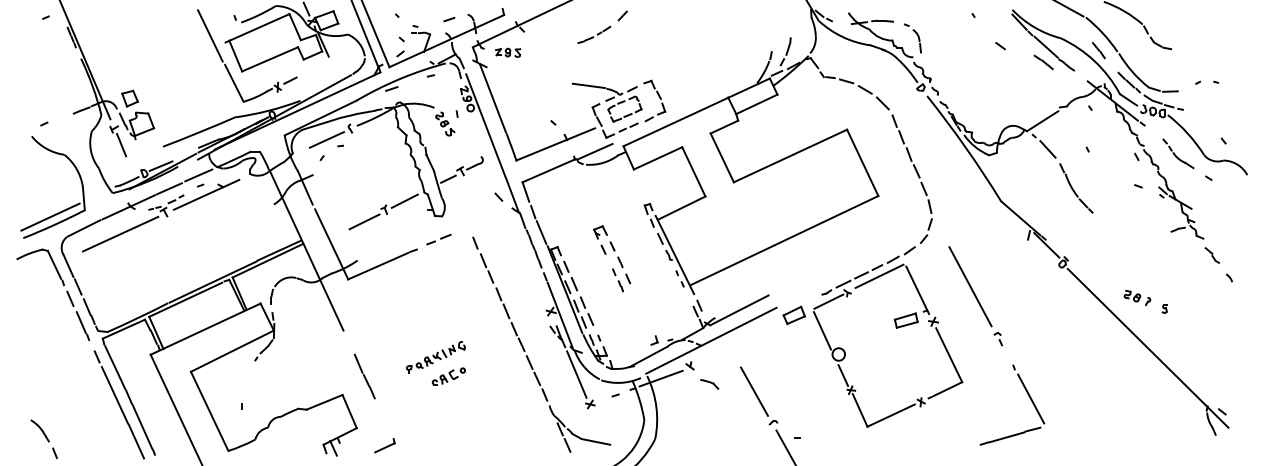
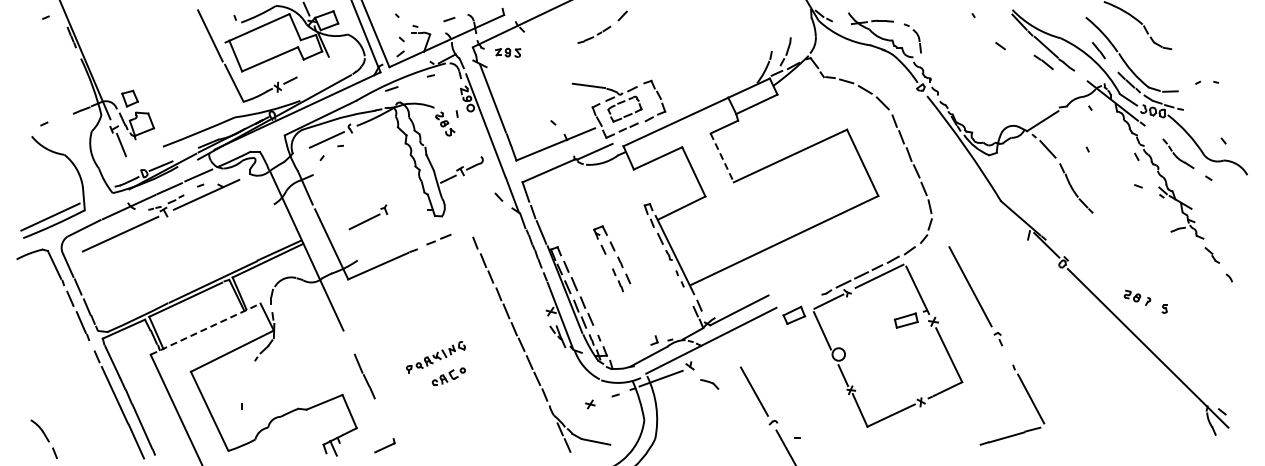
line at (1070, 9): present -> none
line at (722, 158): solid -> dashed
line at (404, 200): present -> none
line at (205, 329): solid -> dashed
line at (576, 374): present -> none
